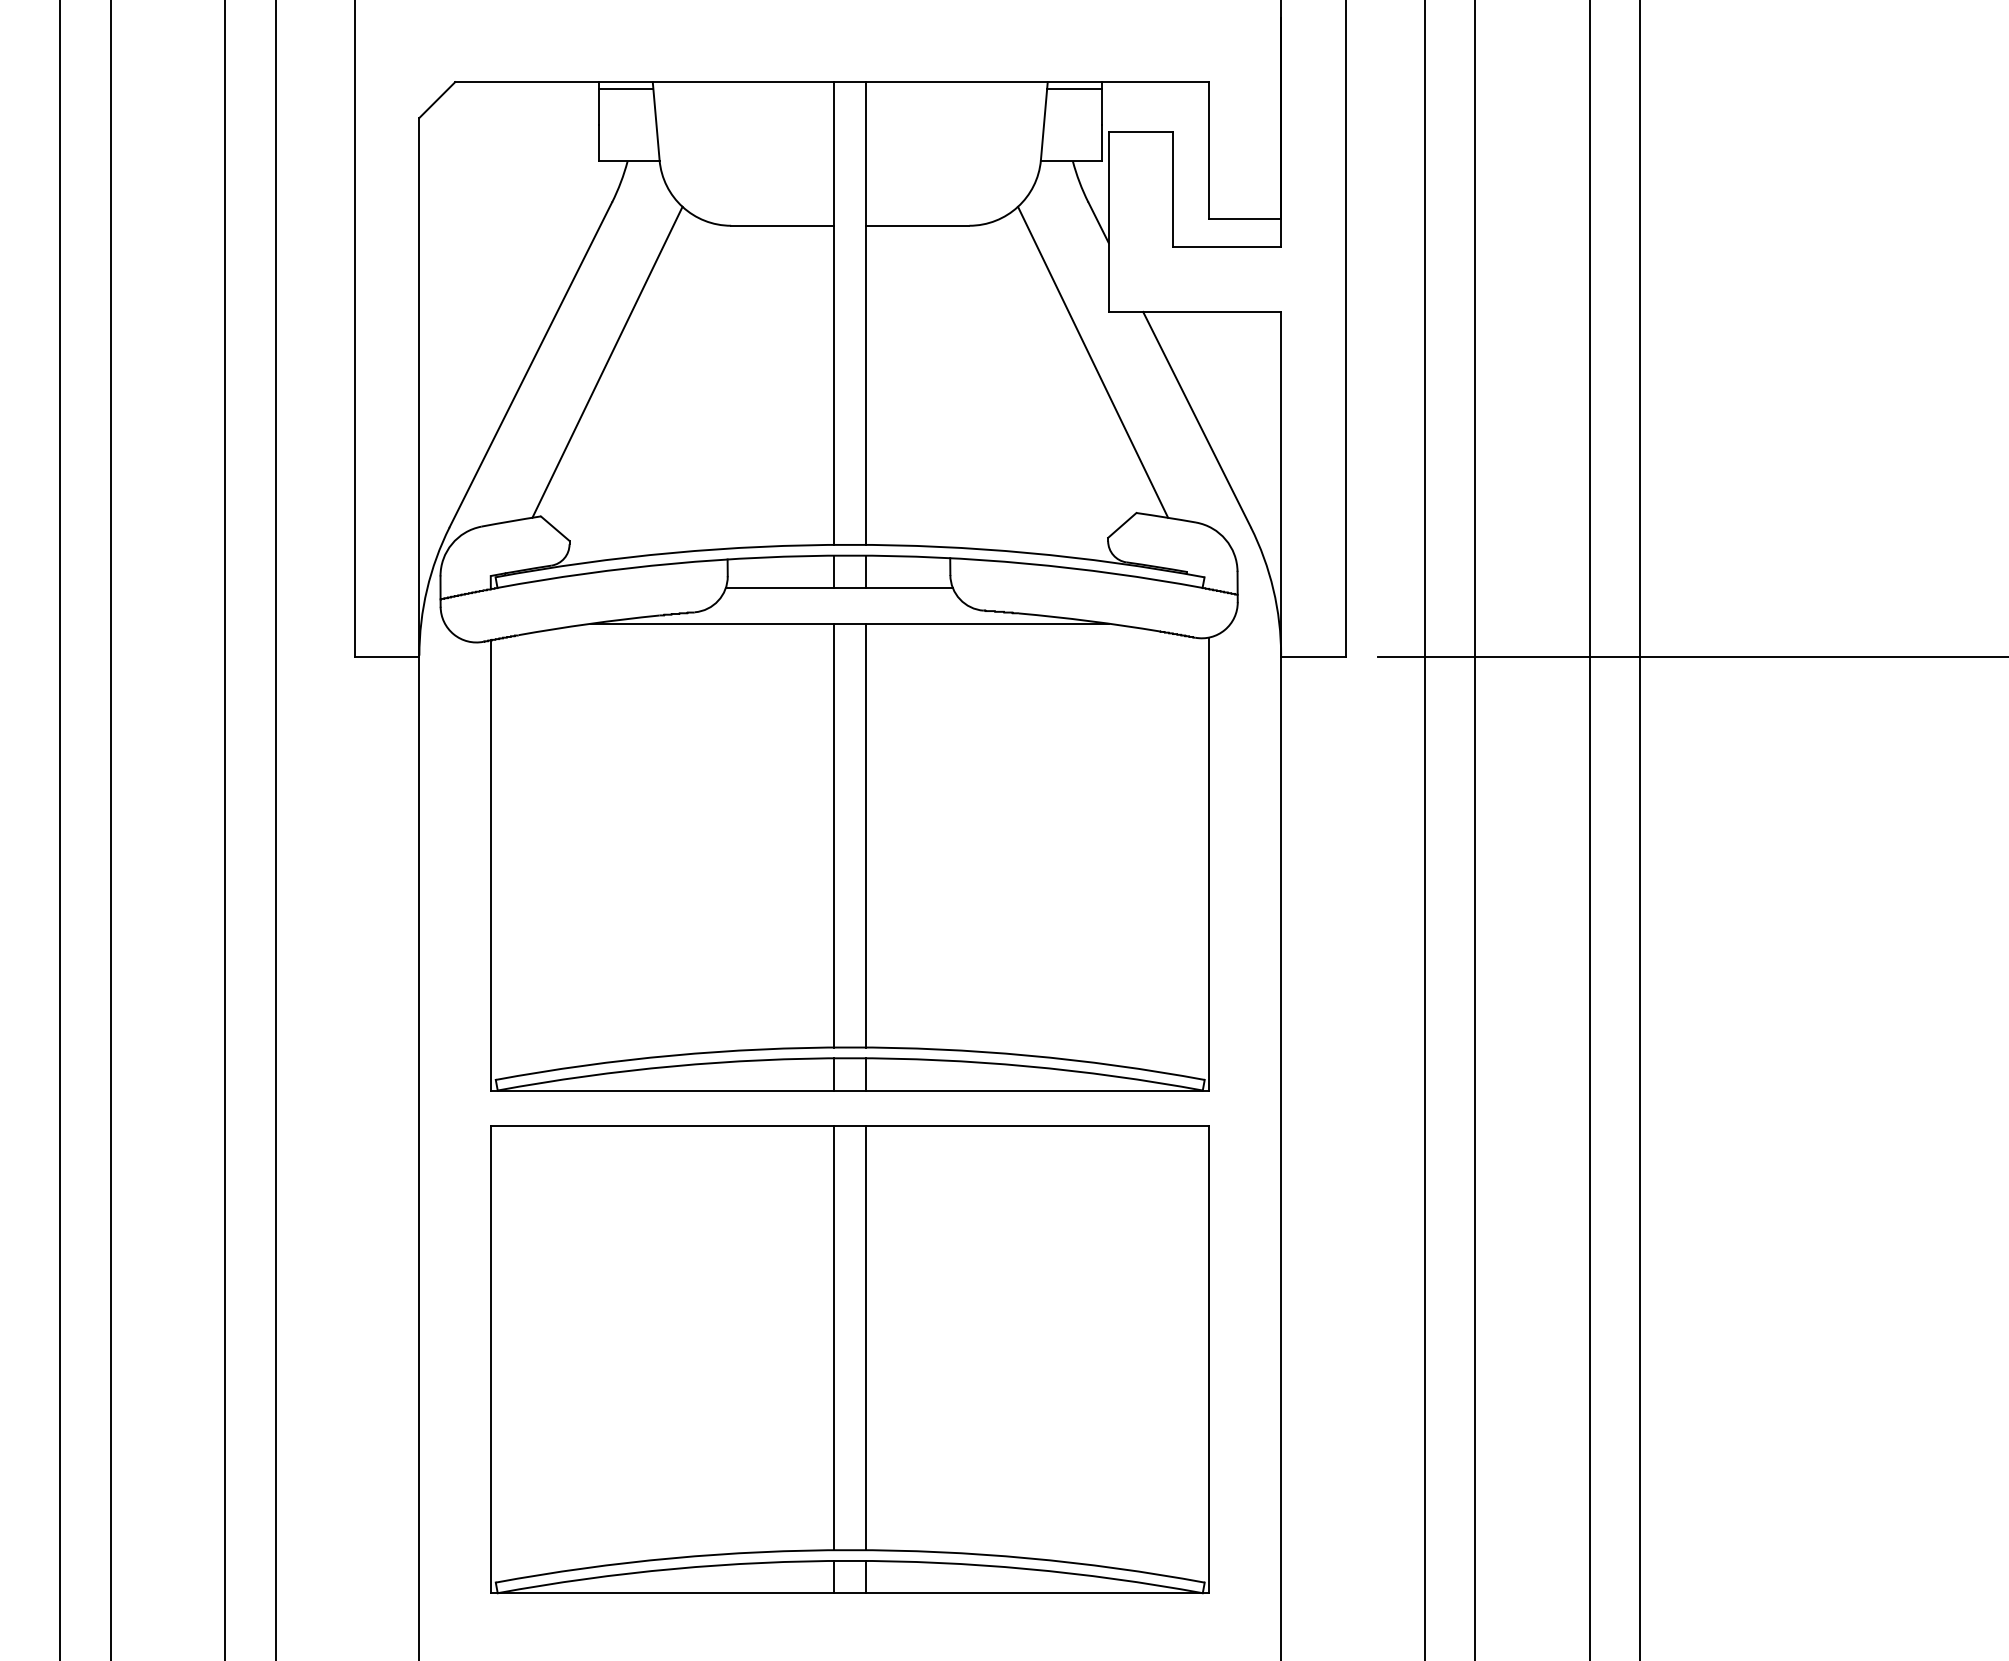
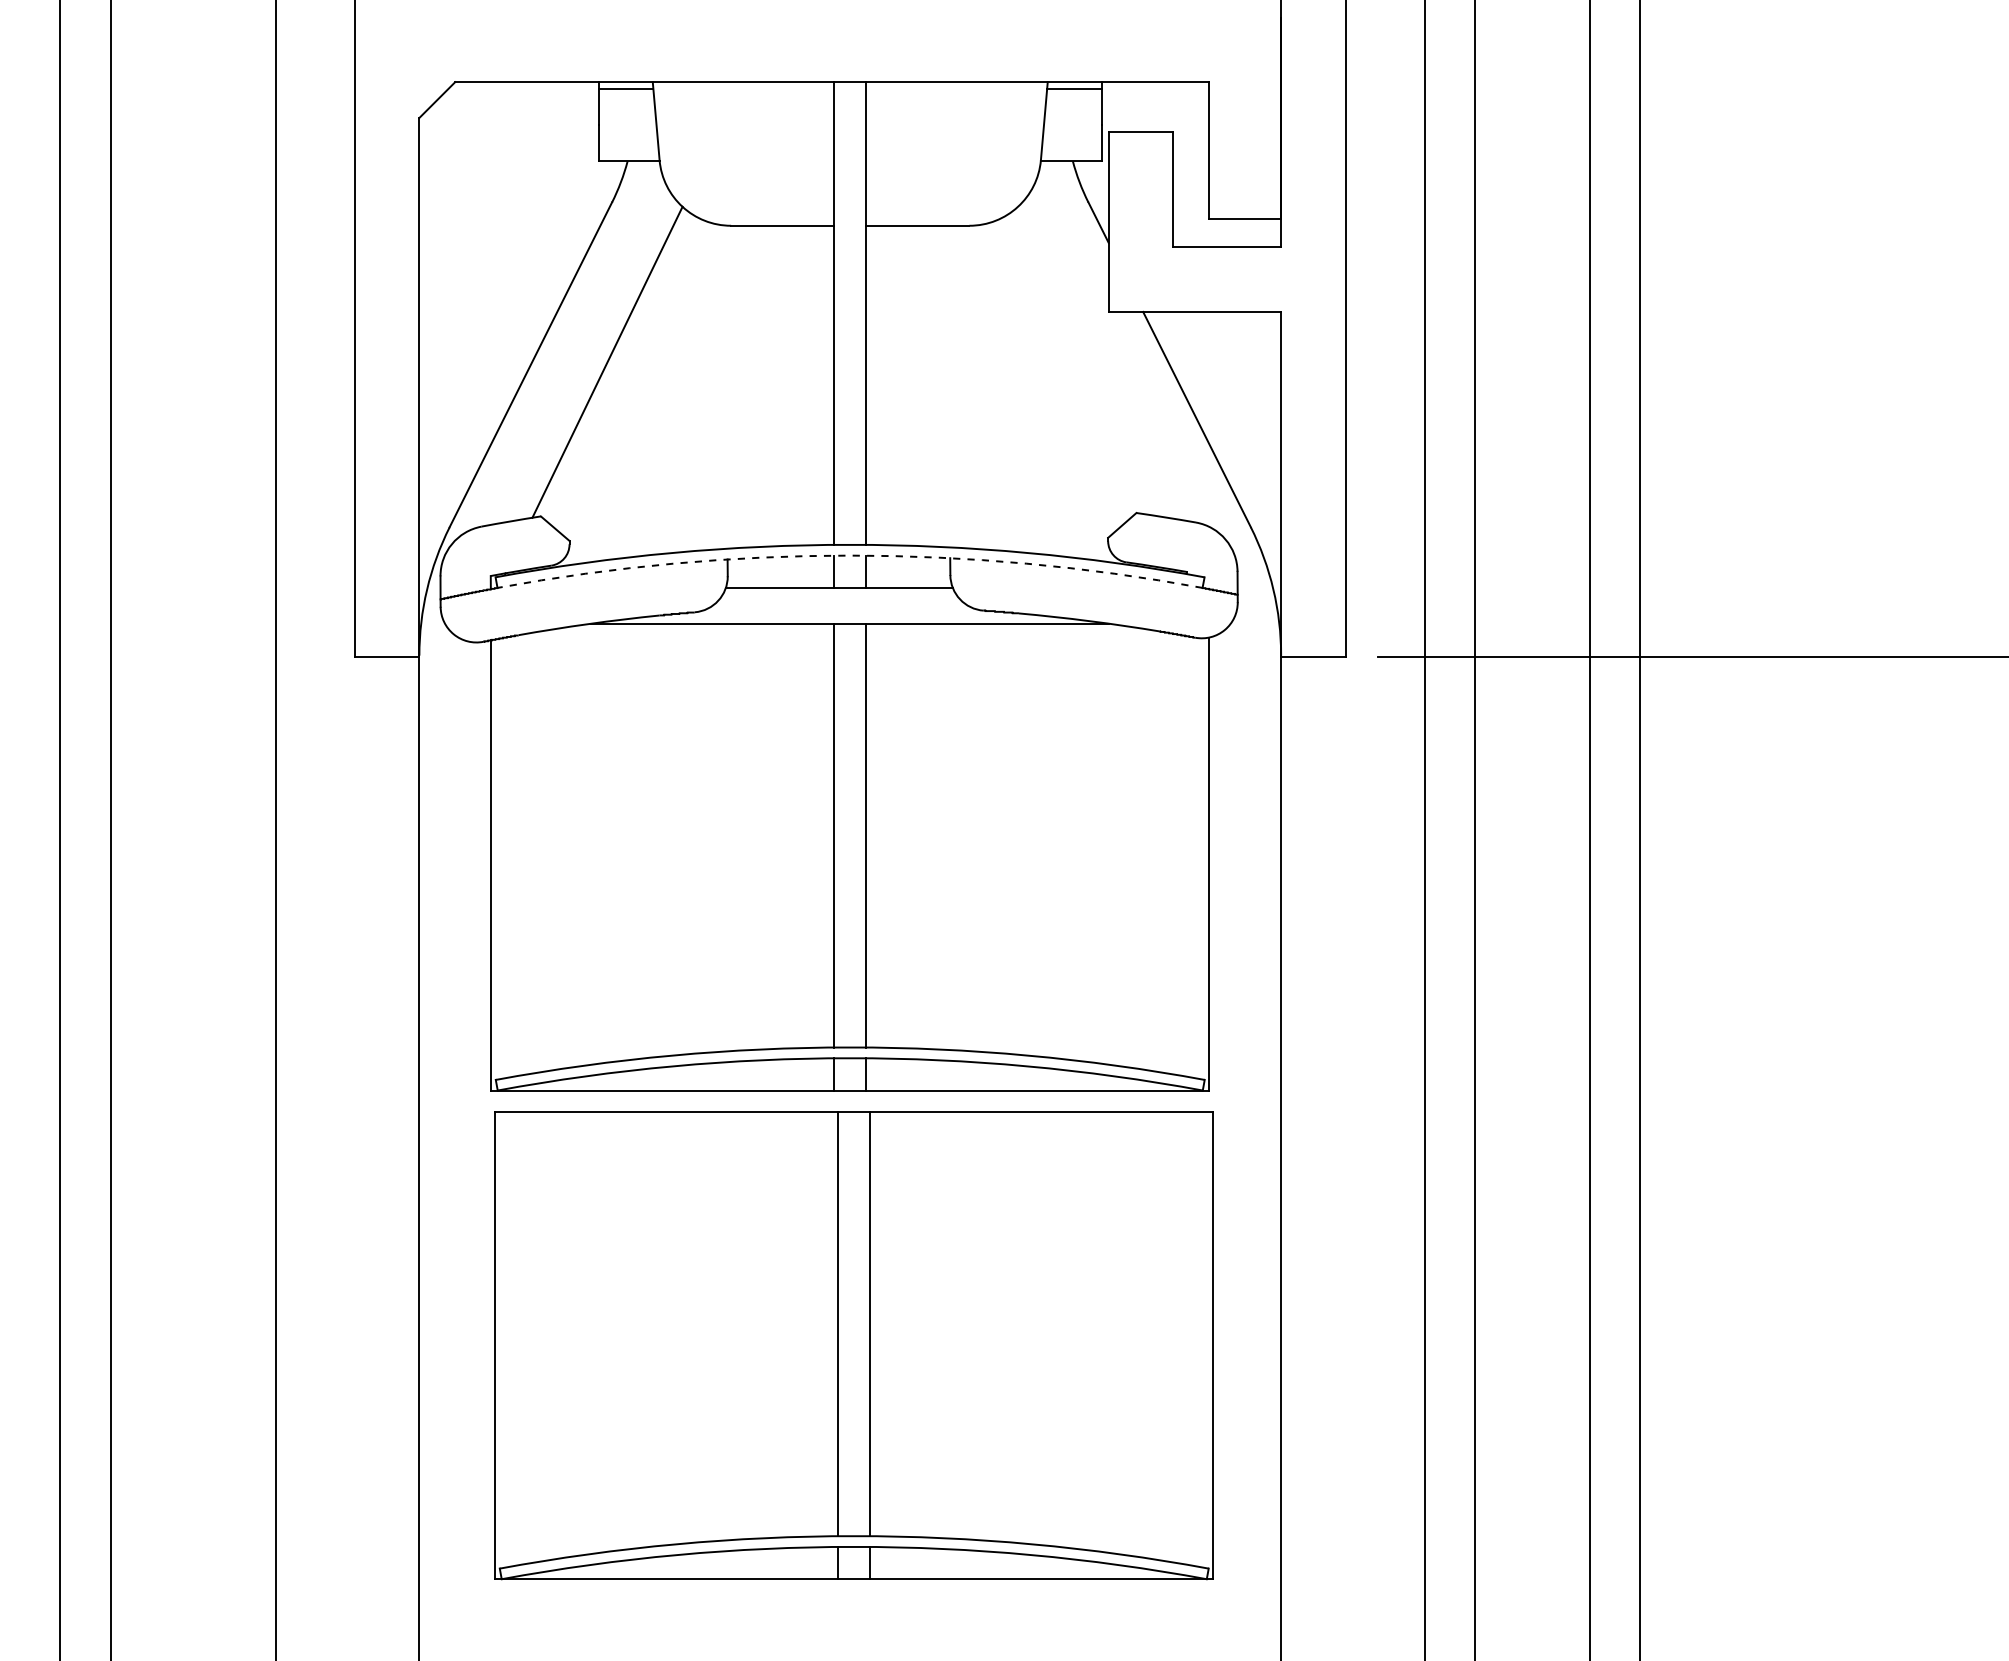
line at (1093, 361): present -> none
arc at (850, 555): solid -> dashed
line at (225, 829): present -> none
part at (849, 1359) position: (849, 1359) -> (853, 1345)
